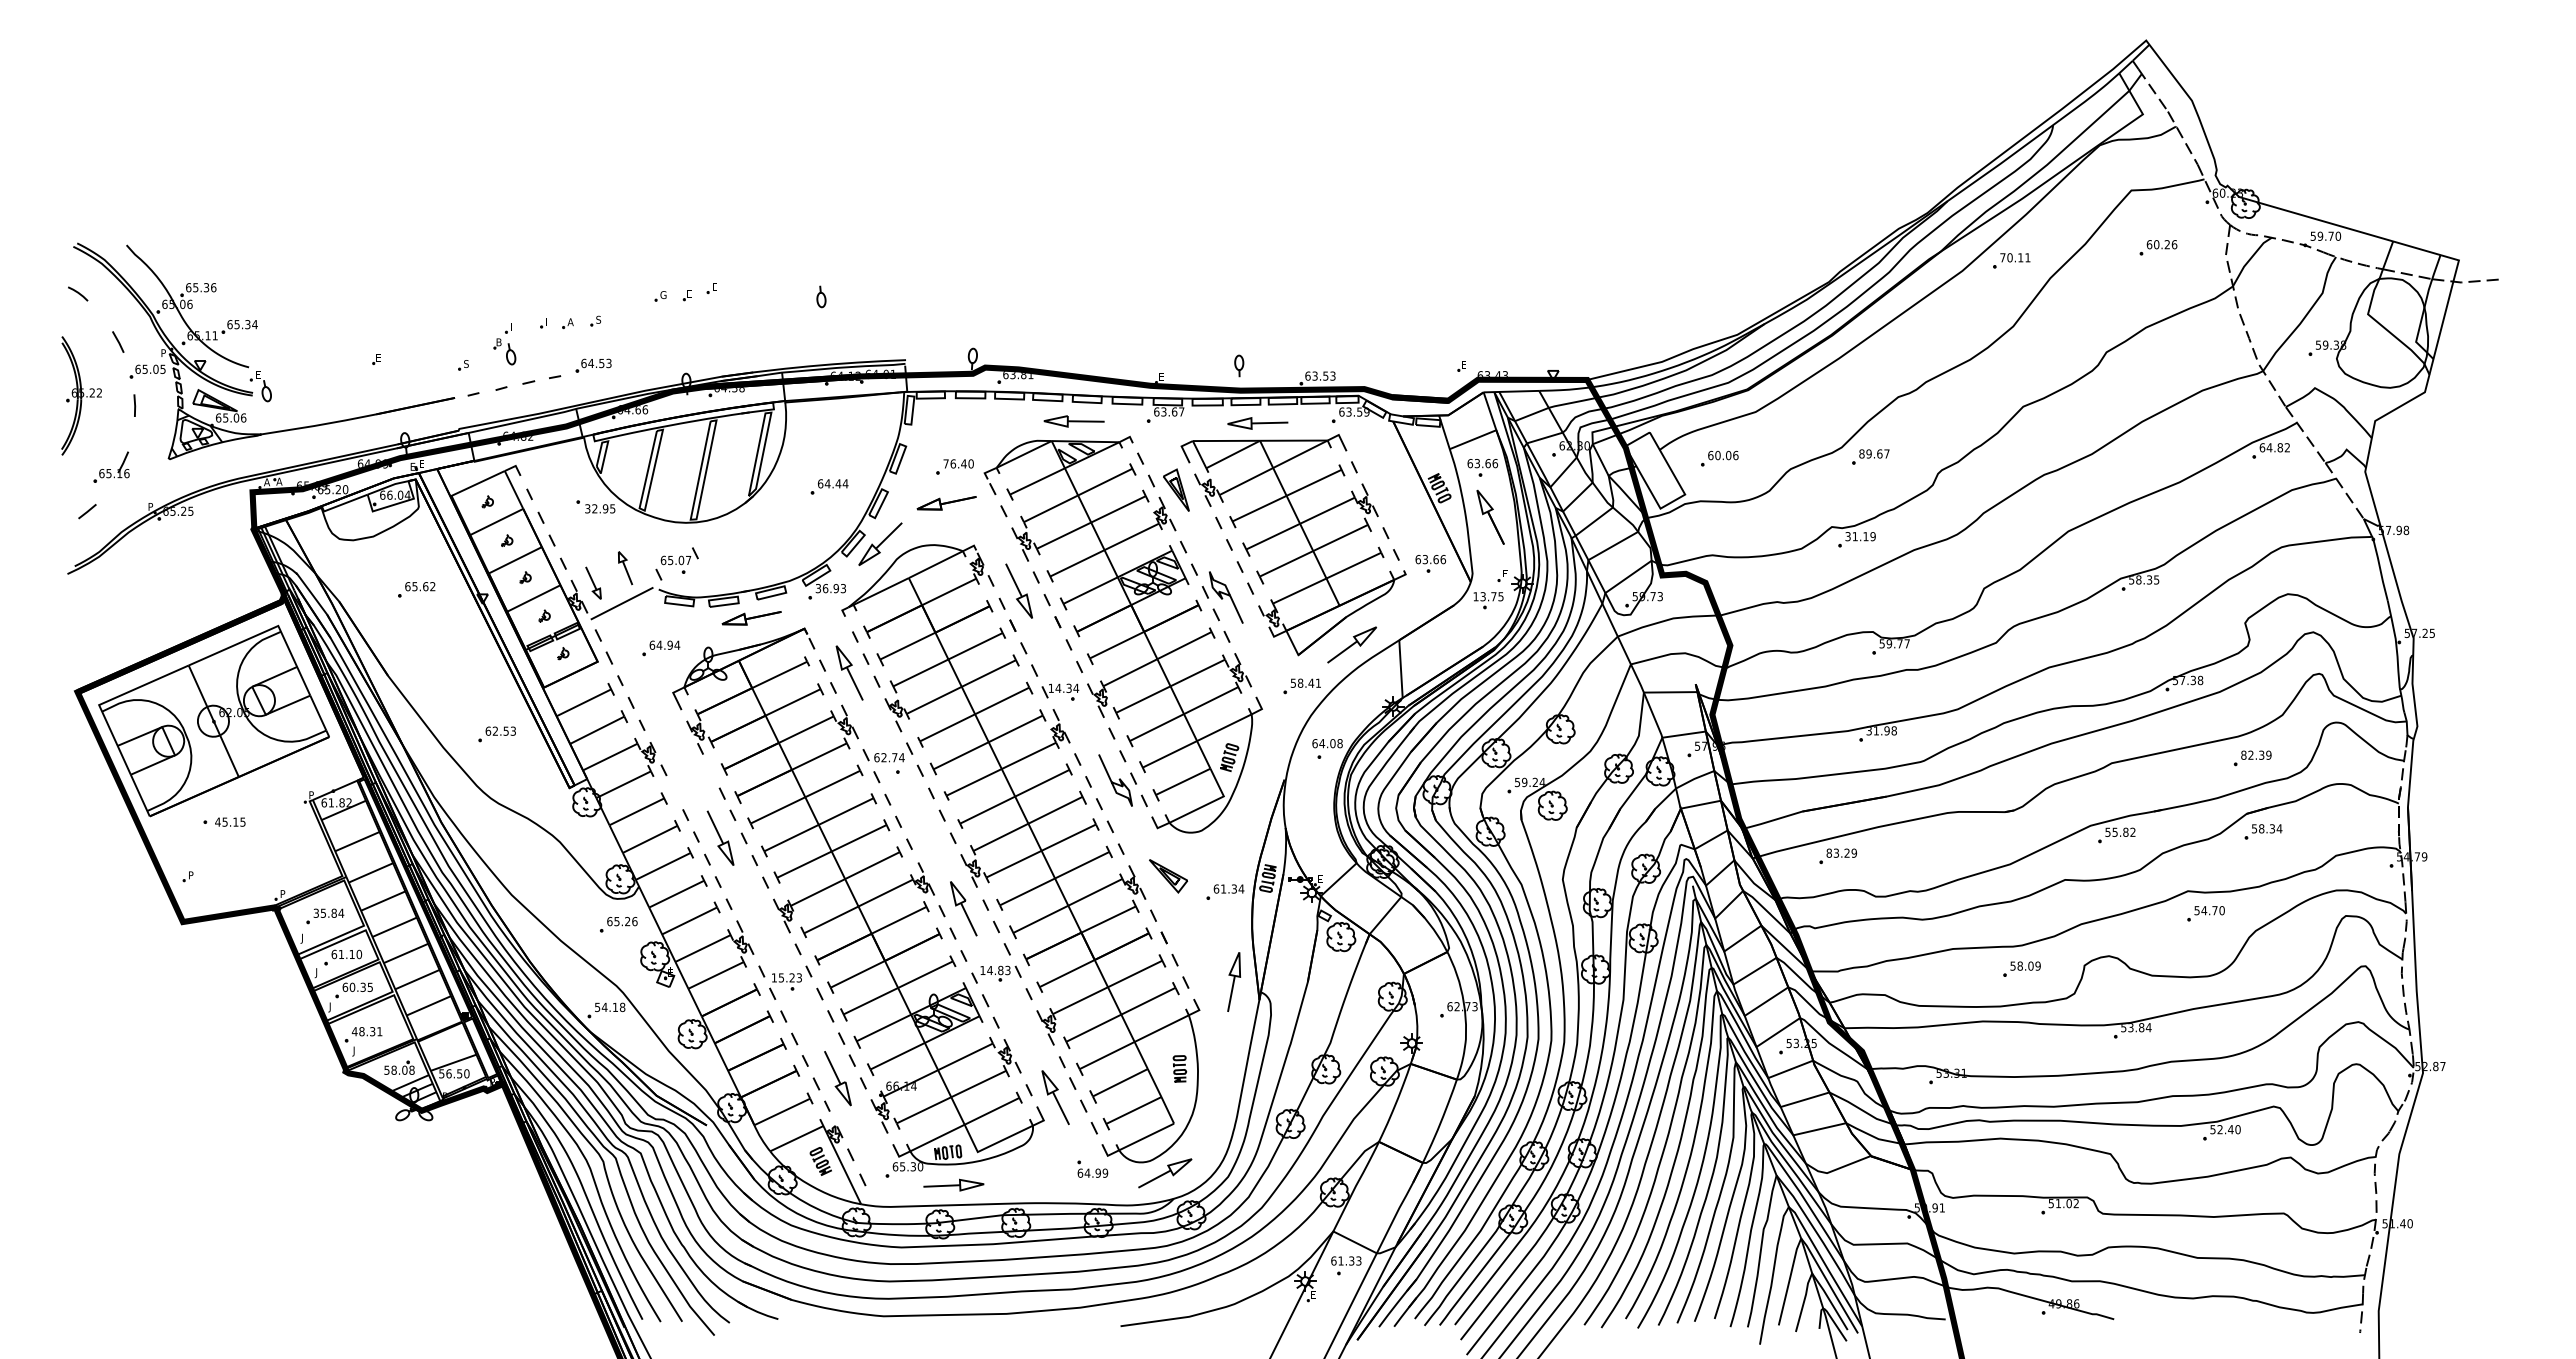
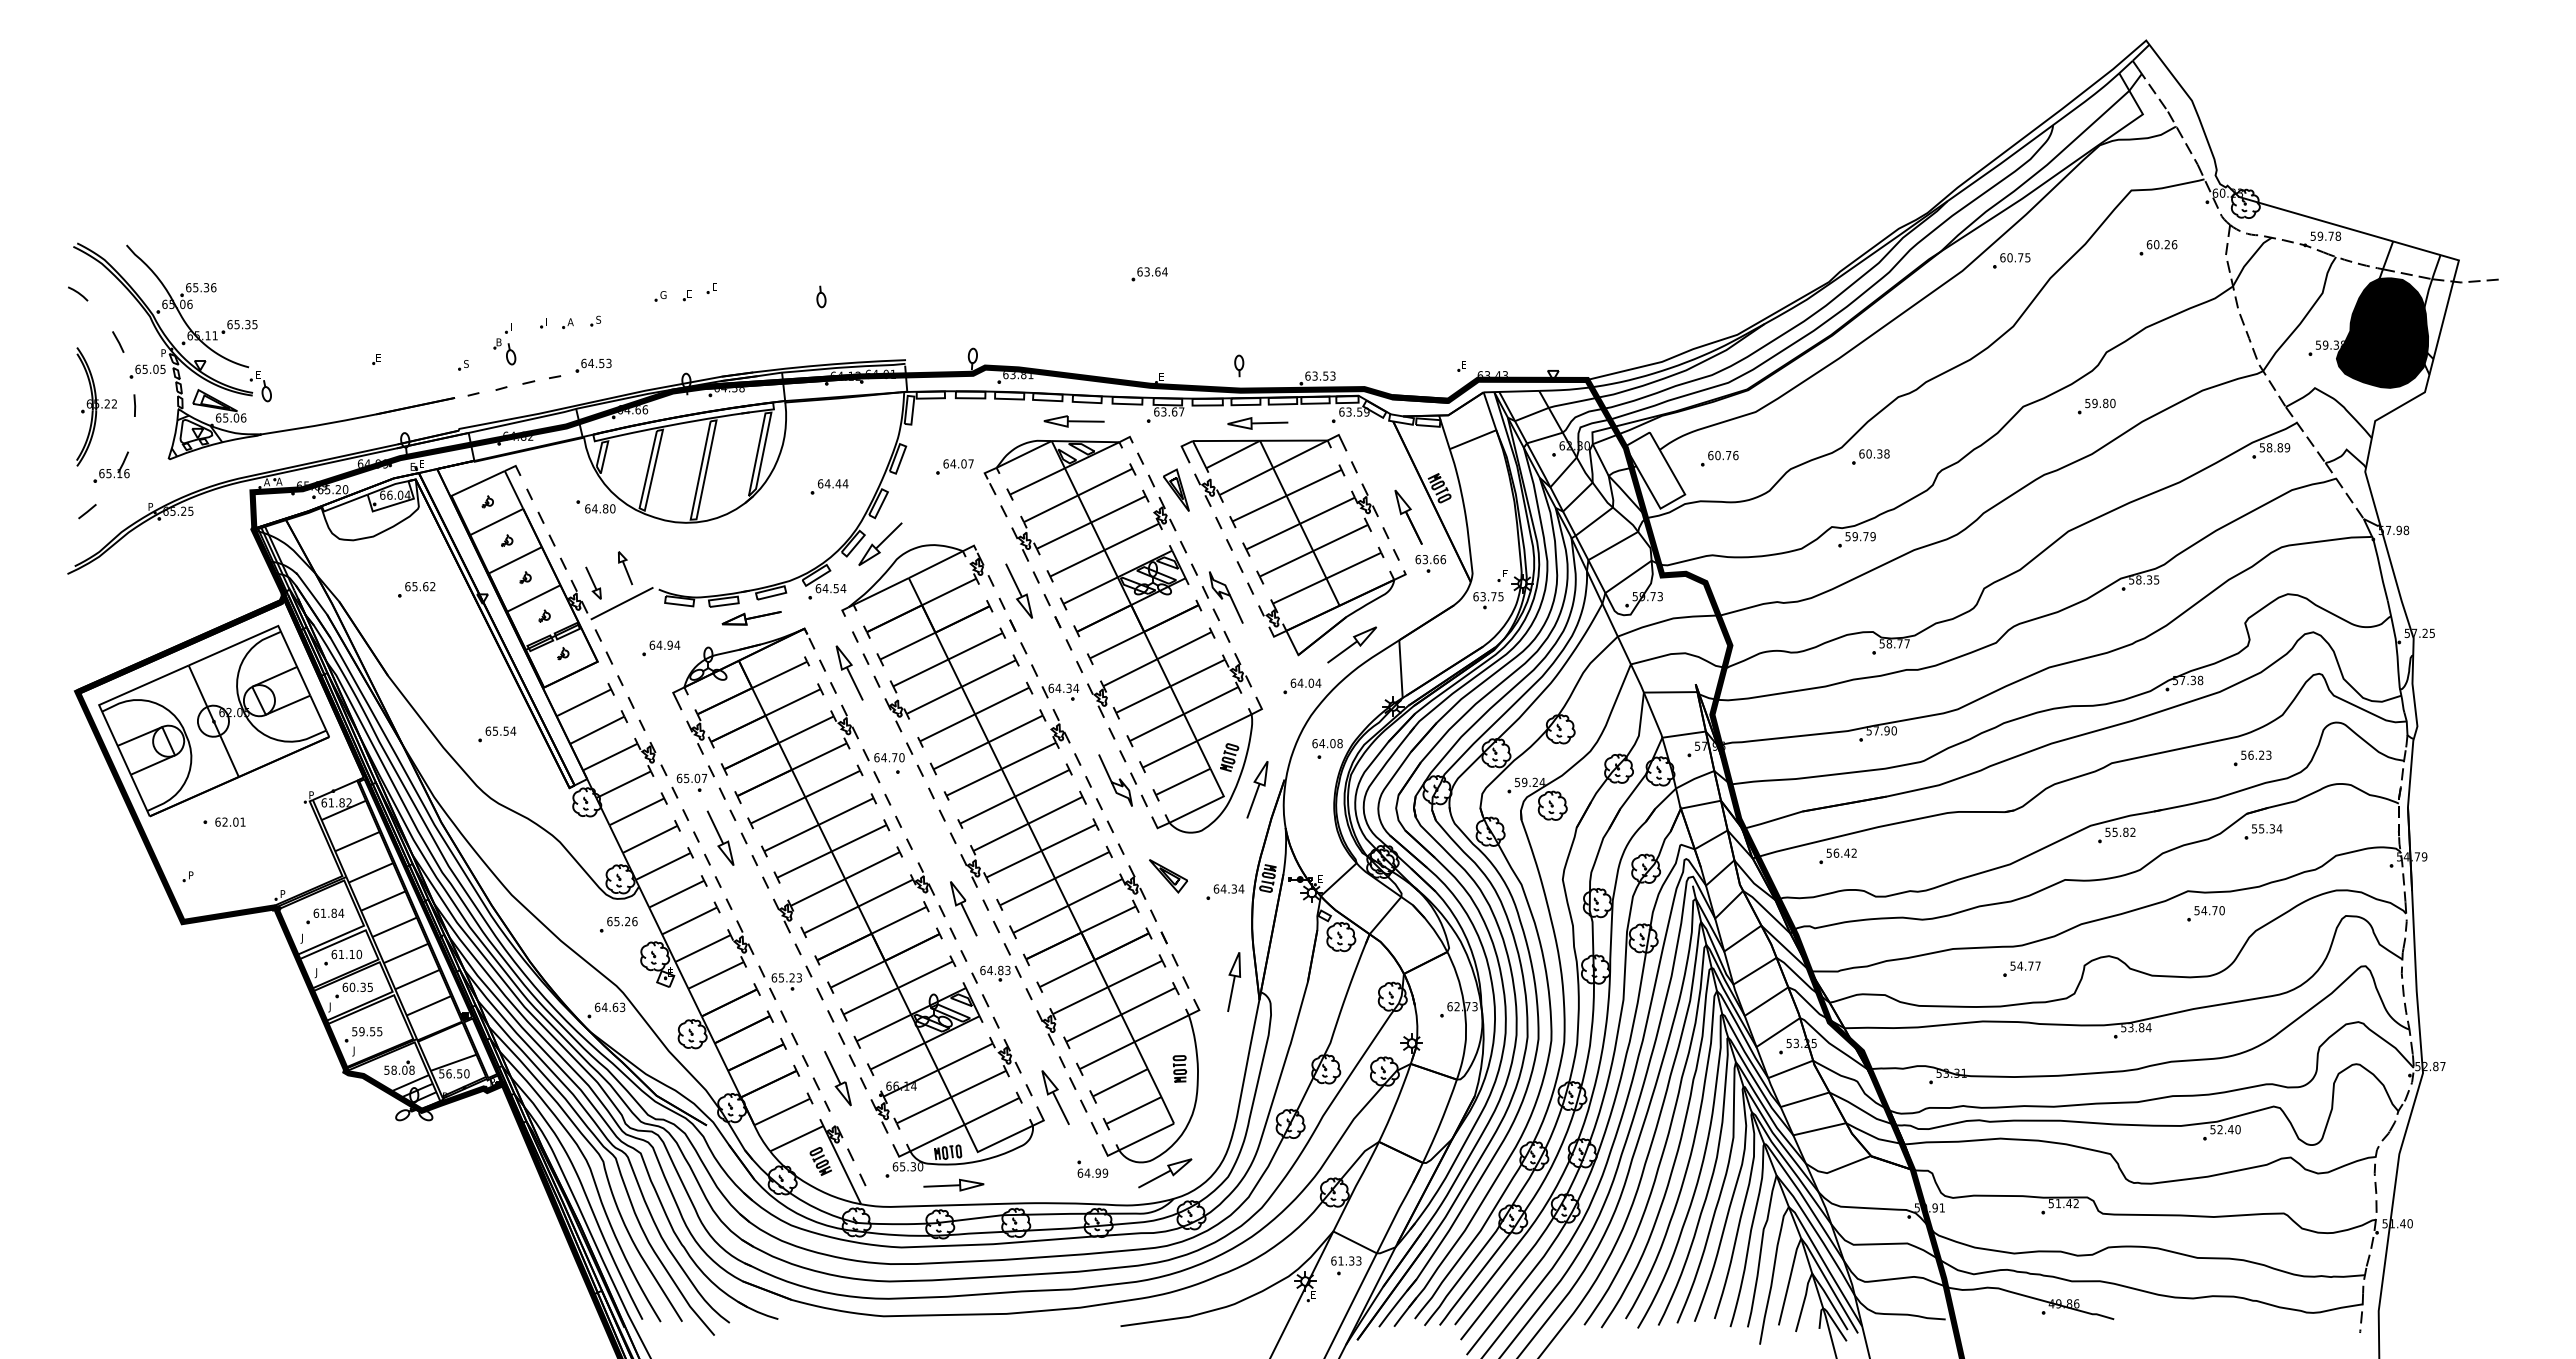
text at (2338, 236): 59.70 -> 59.78
text at (2015, 257): 70.11 -> 60.75
part at (1149, 274): none -> present
text at (254, 324): 65.34 -> 65.35
fill at (2382, 332): none -> present
part at (81, 395) position: (81, 395) -> (96, 406)
part at (2096, 406): none -> present
text at (2274, 447): 64.82 -> 58.89
text at (1874, 453): 89.67 -> 60.38
text at (1728, 455): 60.06 -> 60.76
text at (958, 463): 76.40 -> 64.07
part at (1482, 467): present -> none
part at (946, 503): present -> none
text at (600, 508): 32.95 -> 64.80
part at (1490, 516) position: (1490, 516) -> (1408, 516)
text at (1856, 536): 31.19 -> 59.79
part at (676, 563) position: (676, 563) -> (692, 781)
text at (830, 588): 36.93 -> 64.54
text at (1475, 596): 13.75 -> 63.75
text at (1889, 644): 59.77 -> 58.77
text at (1305, 682): 58.41 -> 64.04
text at (1051, 687): 14.34 -> 64.34
text at (504, 730): 62.53 -> 65.54
text at (1881, 730): 31.98 -> 57.90
text at (2256, 754): 82.39 -> 56.23
text at (892, 757): 62.74 -> 64.70
part at (1257, 789): none -> present
text at (230, 821): 45.15 -> 62.01
text at (2261, 828): 58.34 -> 55.34
text at (1841, 852): 83.29 -> 56.42
text at (1223, 888): 61.34 -> 64.34
text at (319, 912): 35.84 -> 61.84
text at (2028, 965): 58.09 -> 54.77
text at (982, 969): 14.83 -> 64.83
text at (774, 977): 15.23 -> 65.23
text at (609, 1007): 54.18 -> 64.63
text at (366, 1031): 48.31 -> 59.55
text at (2069, 1203): 51.02 -> 51.42
